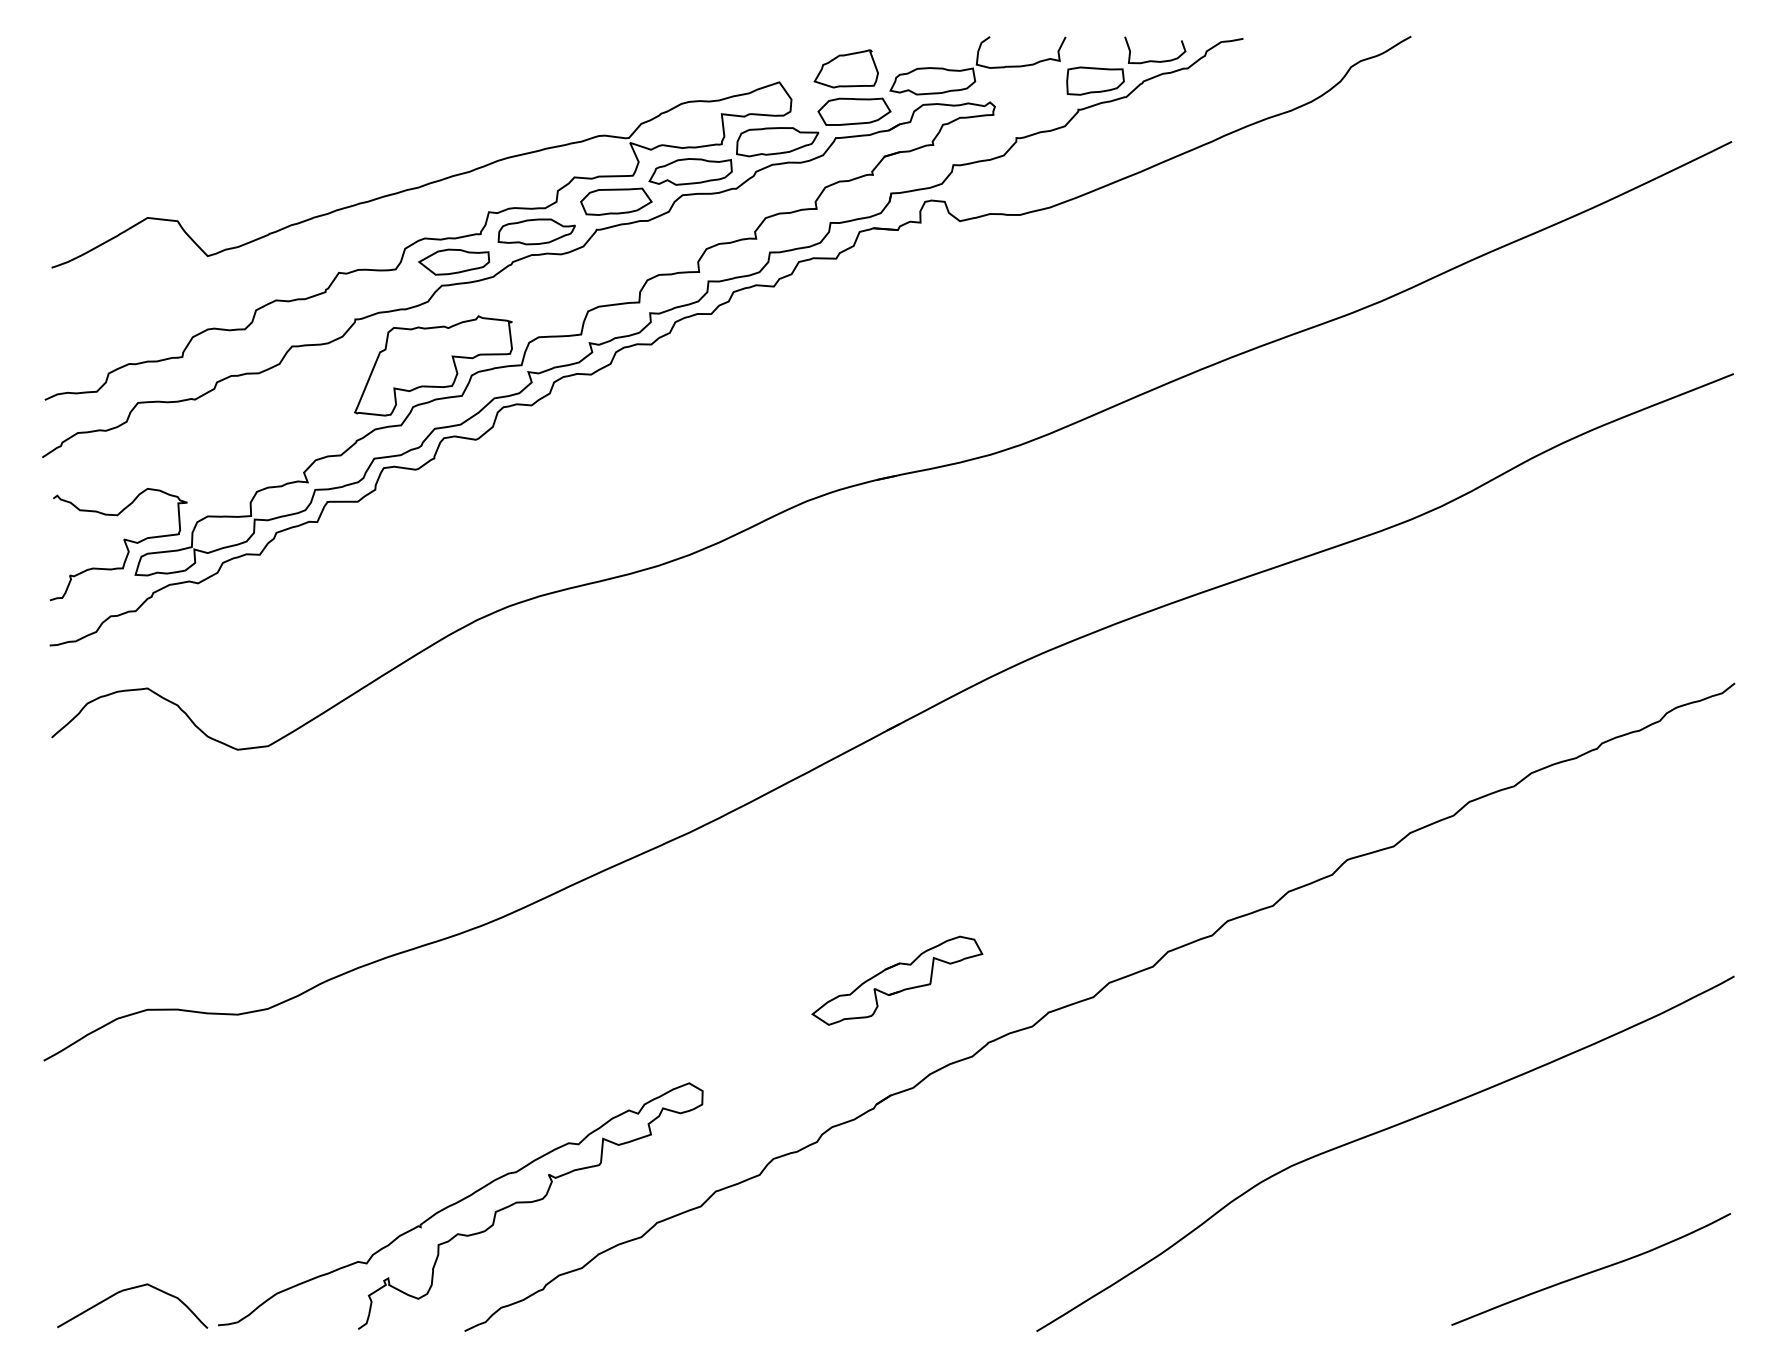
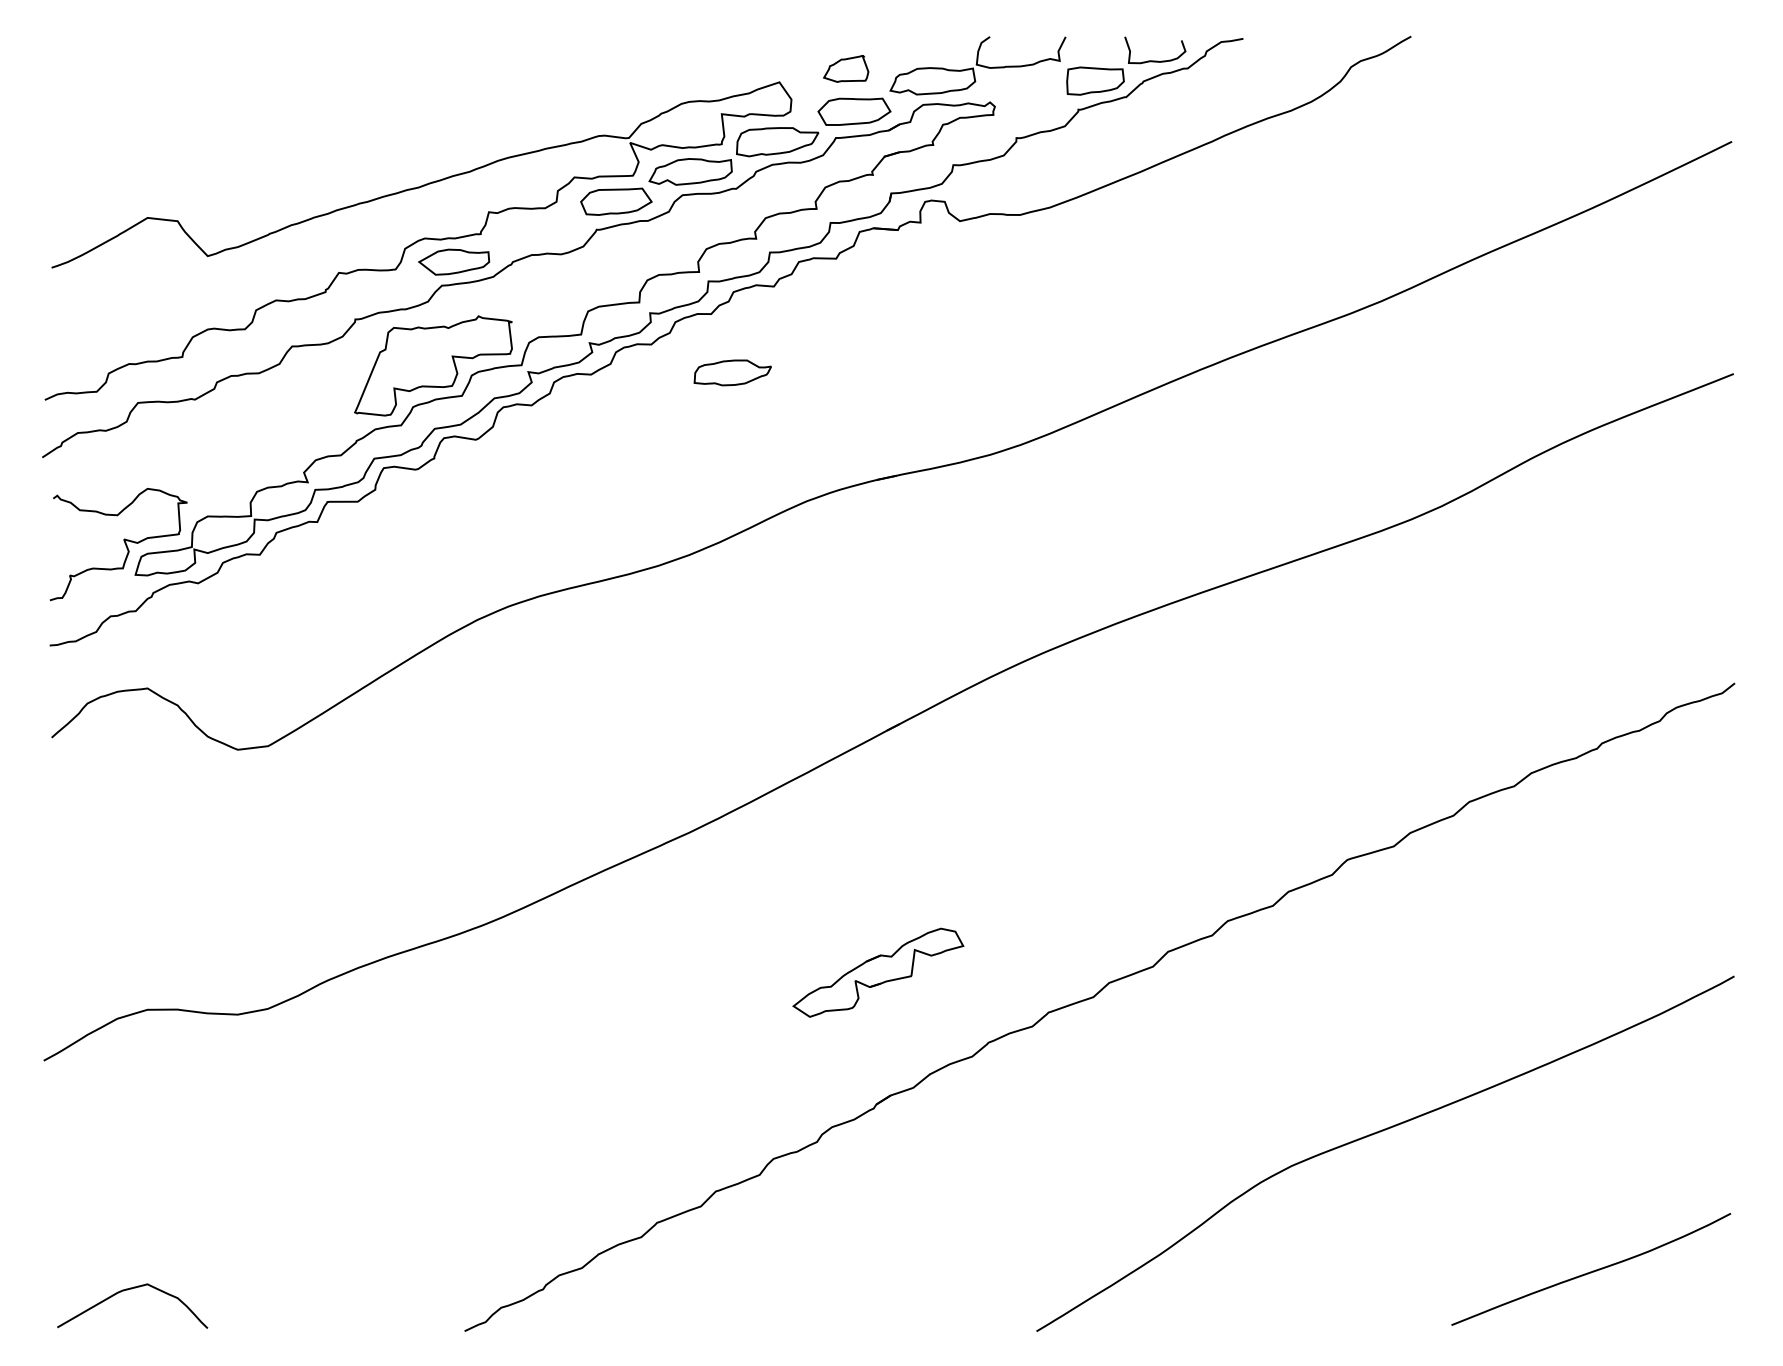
part at (845, 68) size: 66x40 px -> 47x28 px
part at (536, 231) position: (536, 231) -> (732, 372)
part at (897, 980) position: (897, 980) -> (878, 972)
curve at (459, 1202): present -> none
